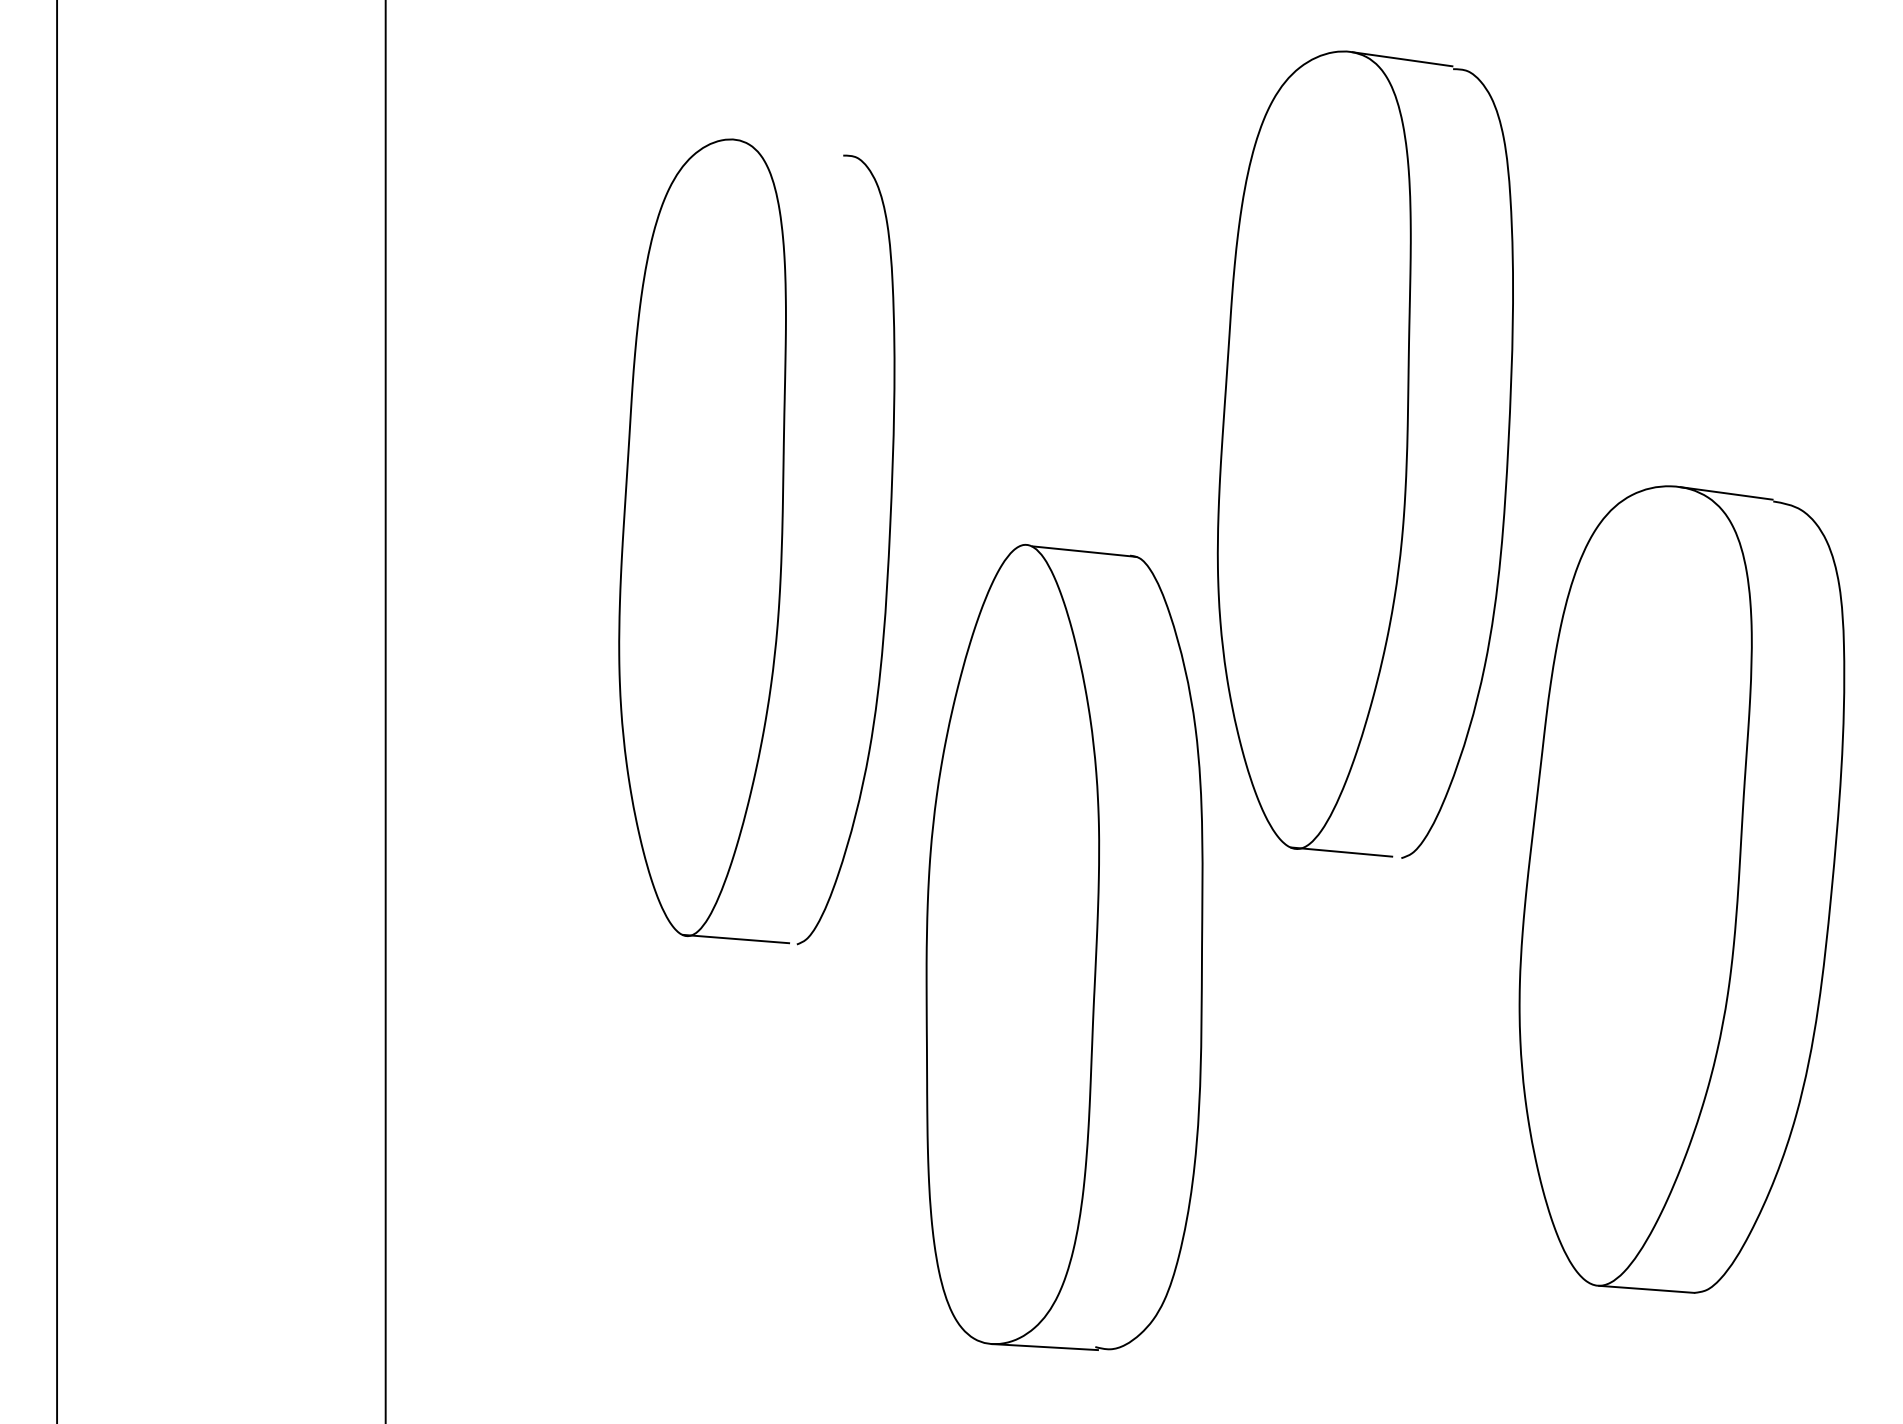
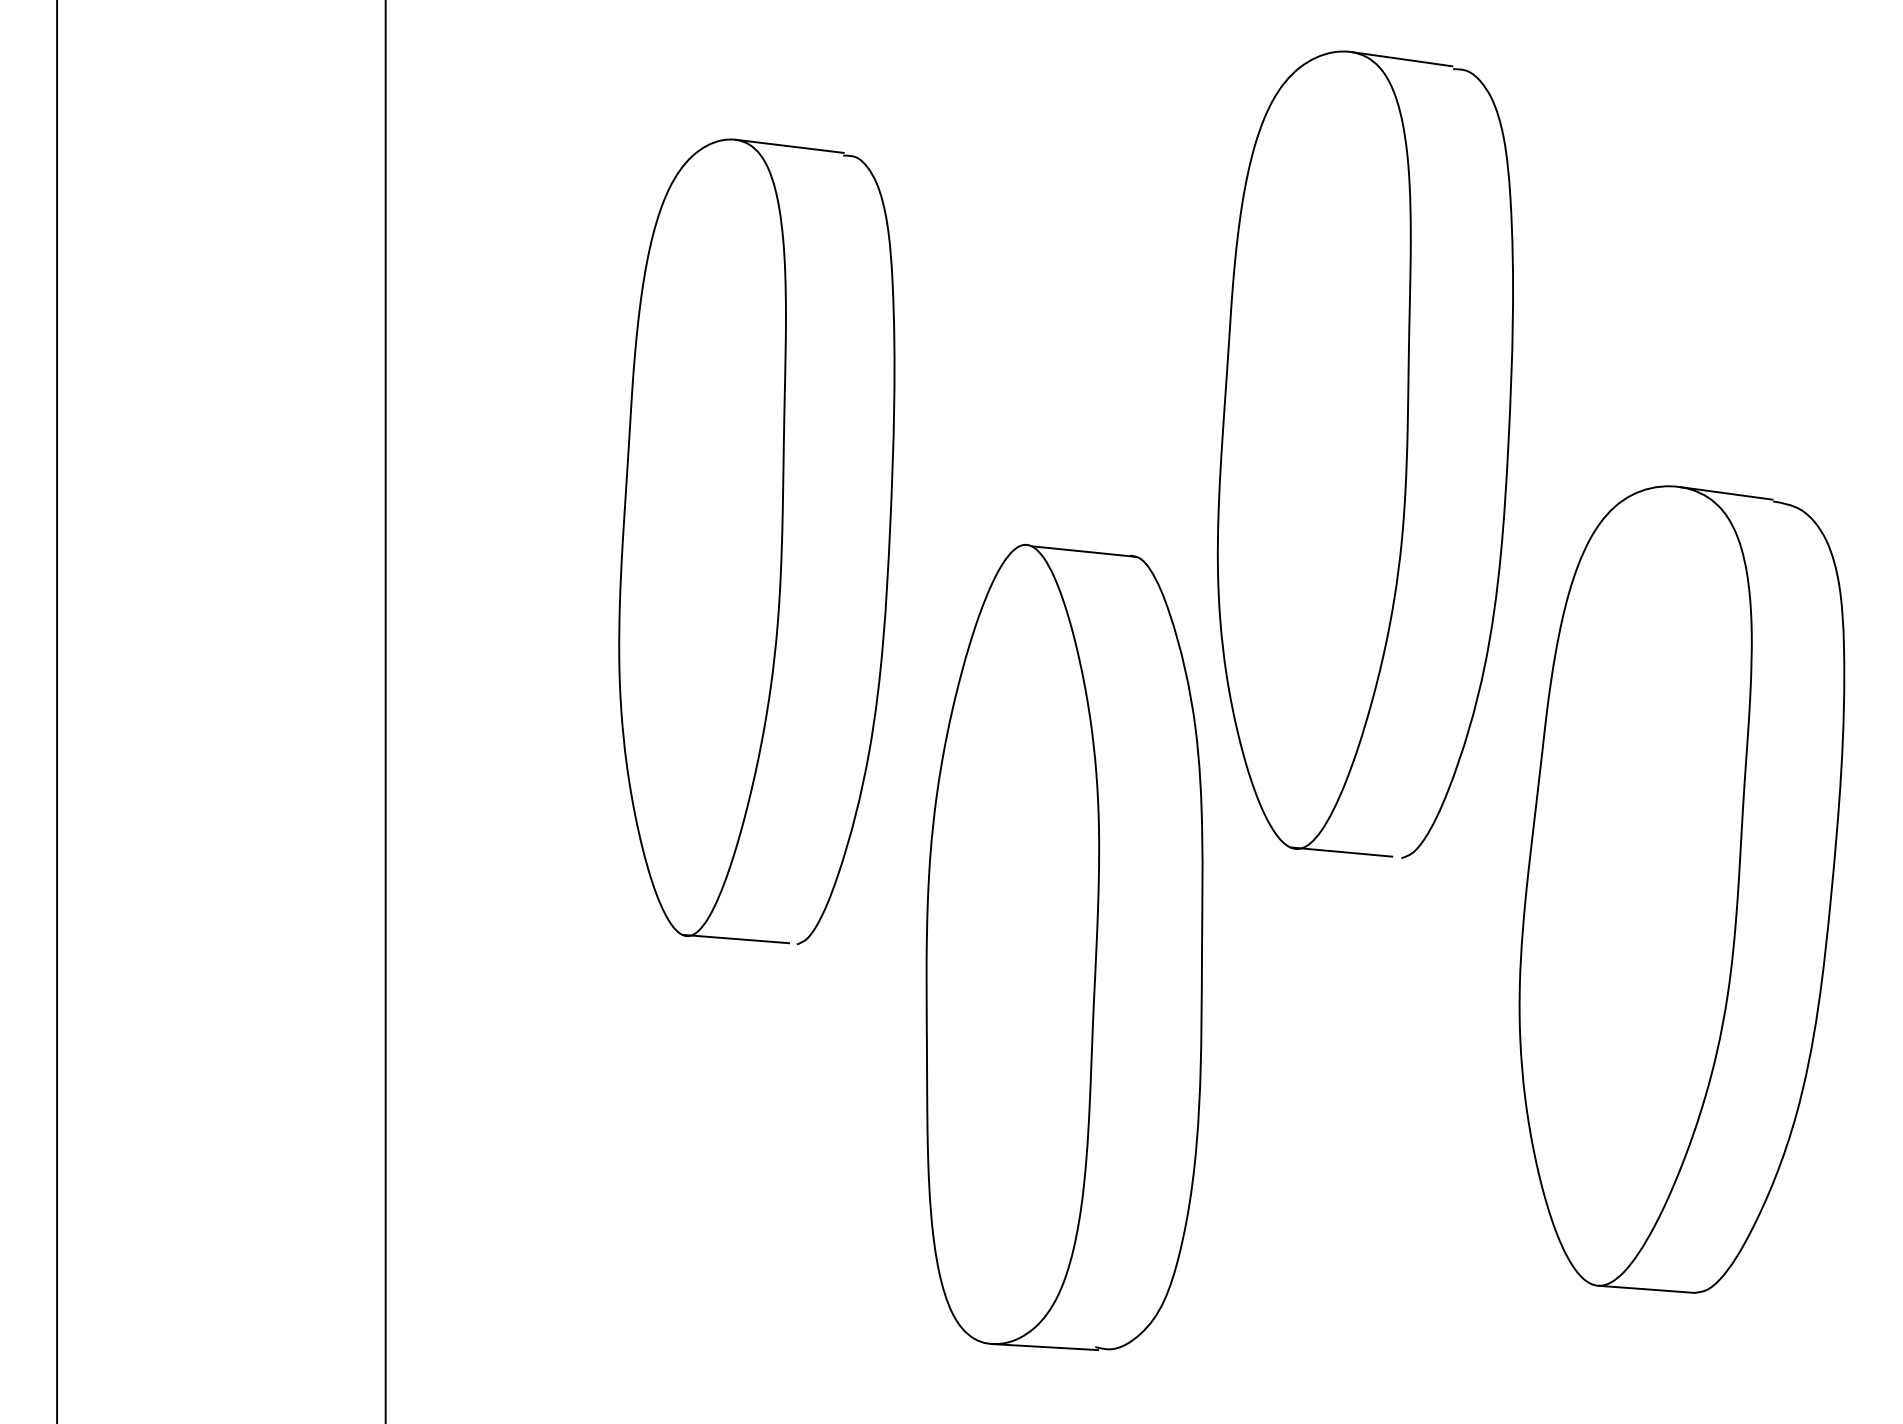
line at (789, 145): none -> present
